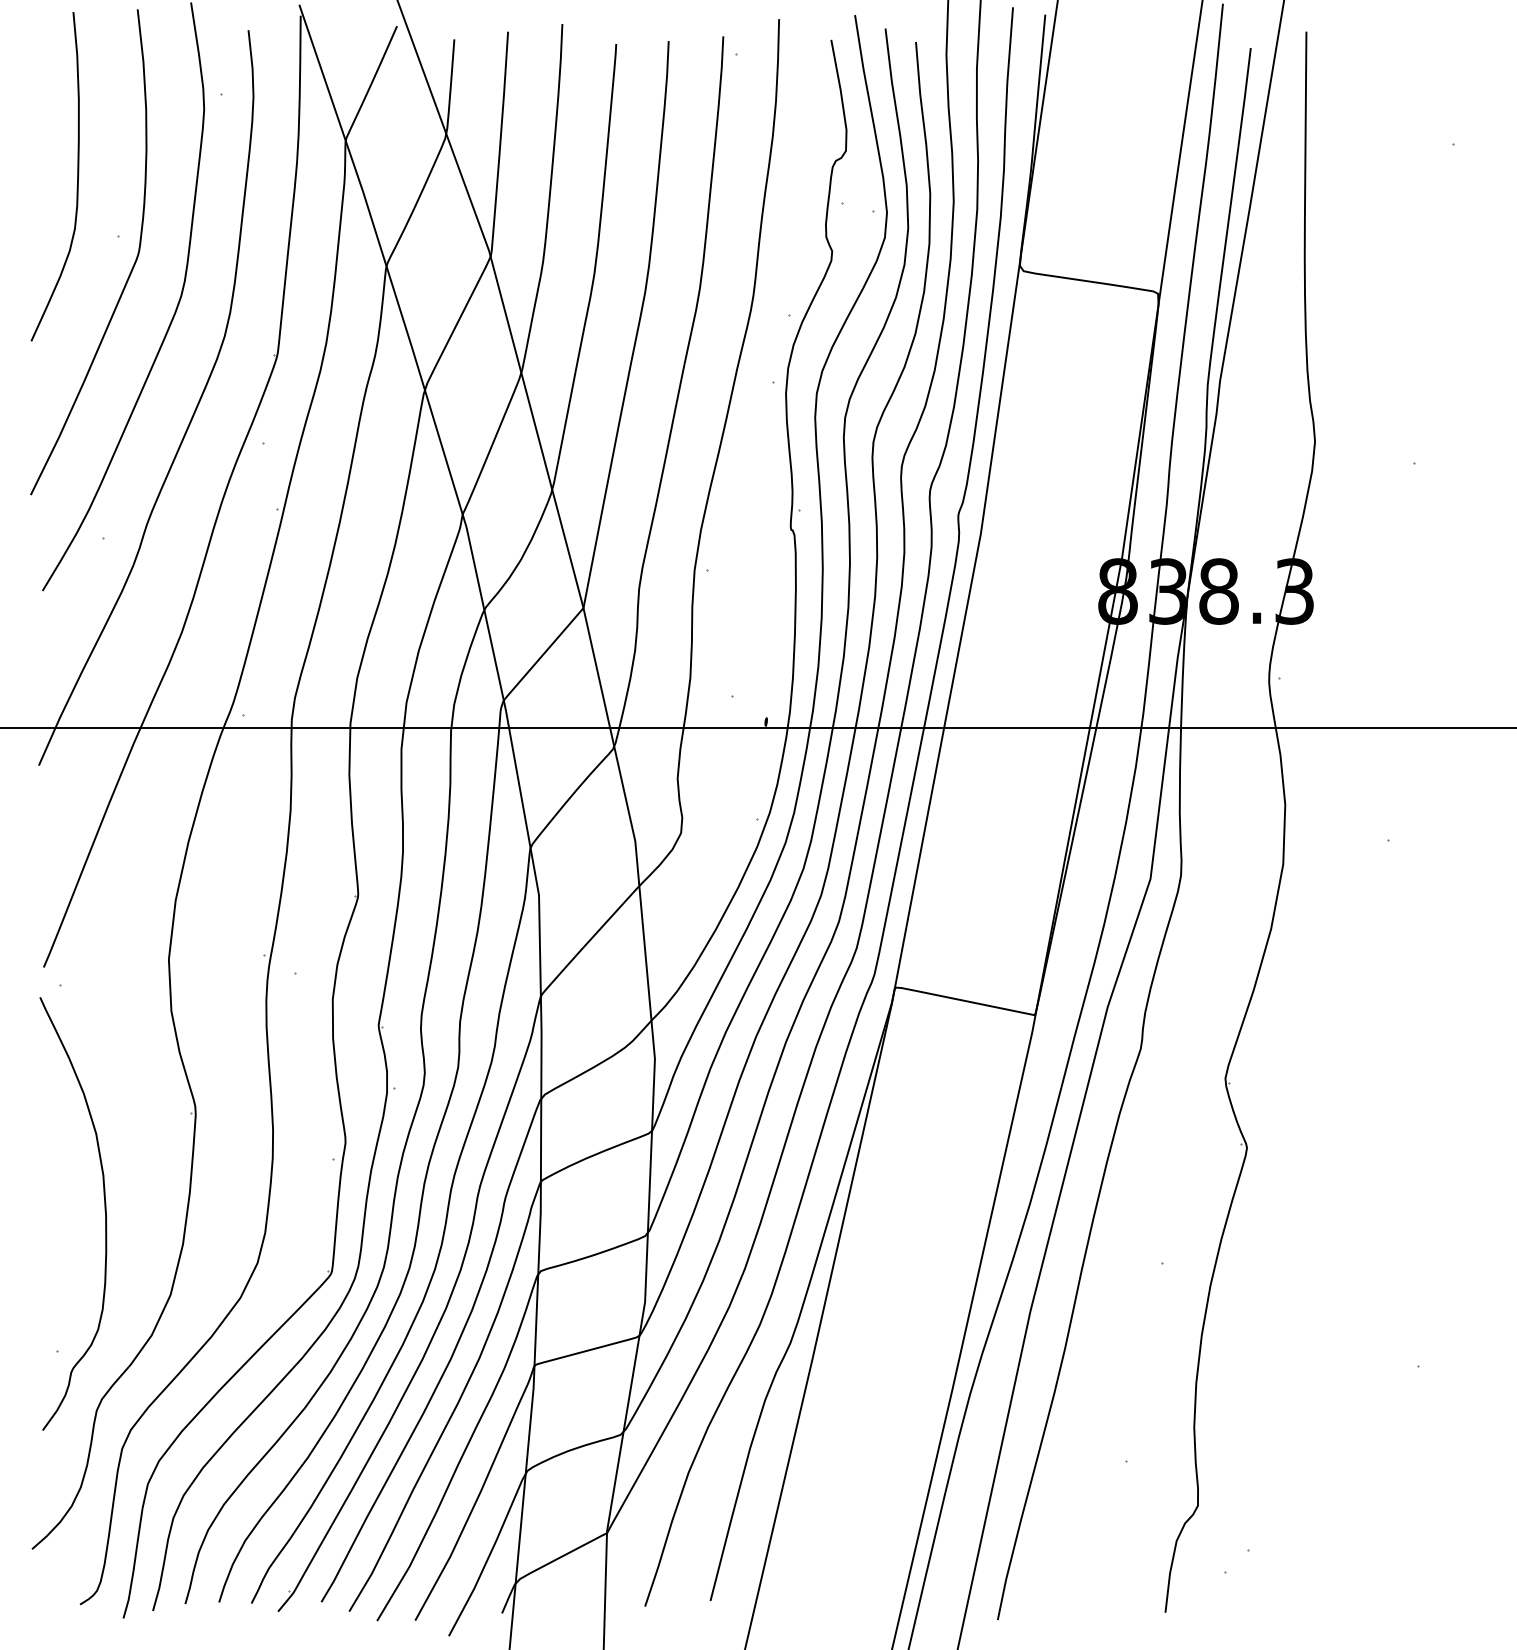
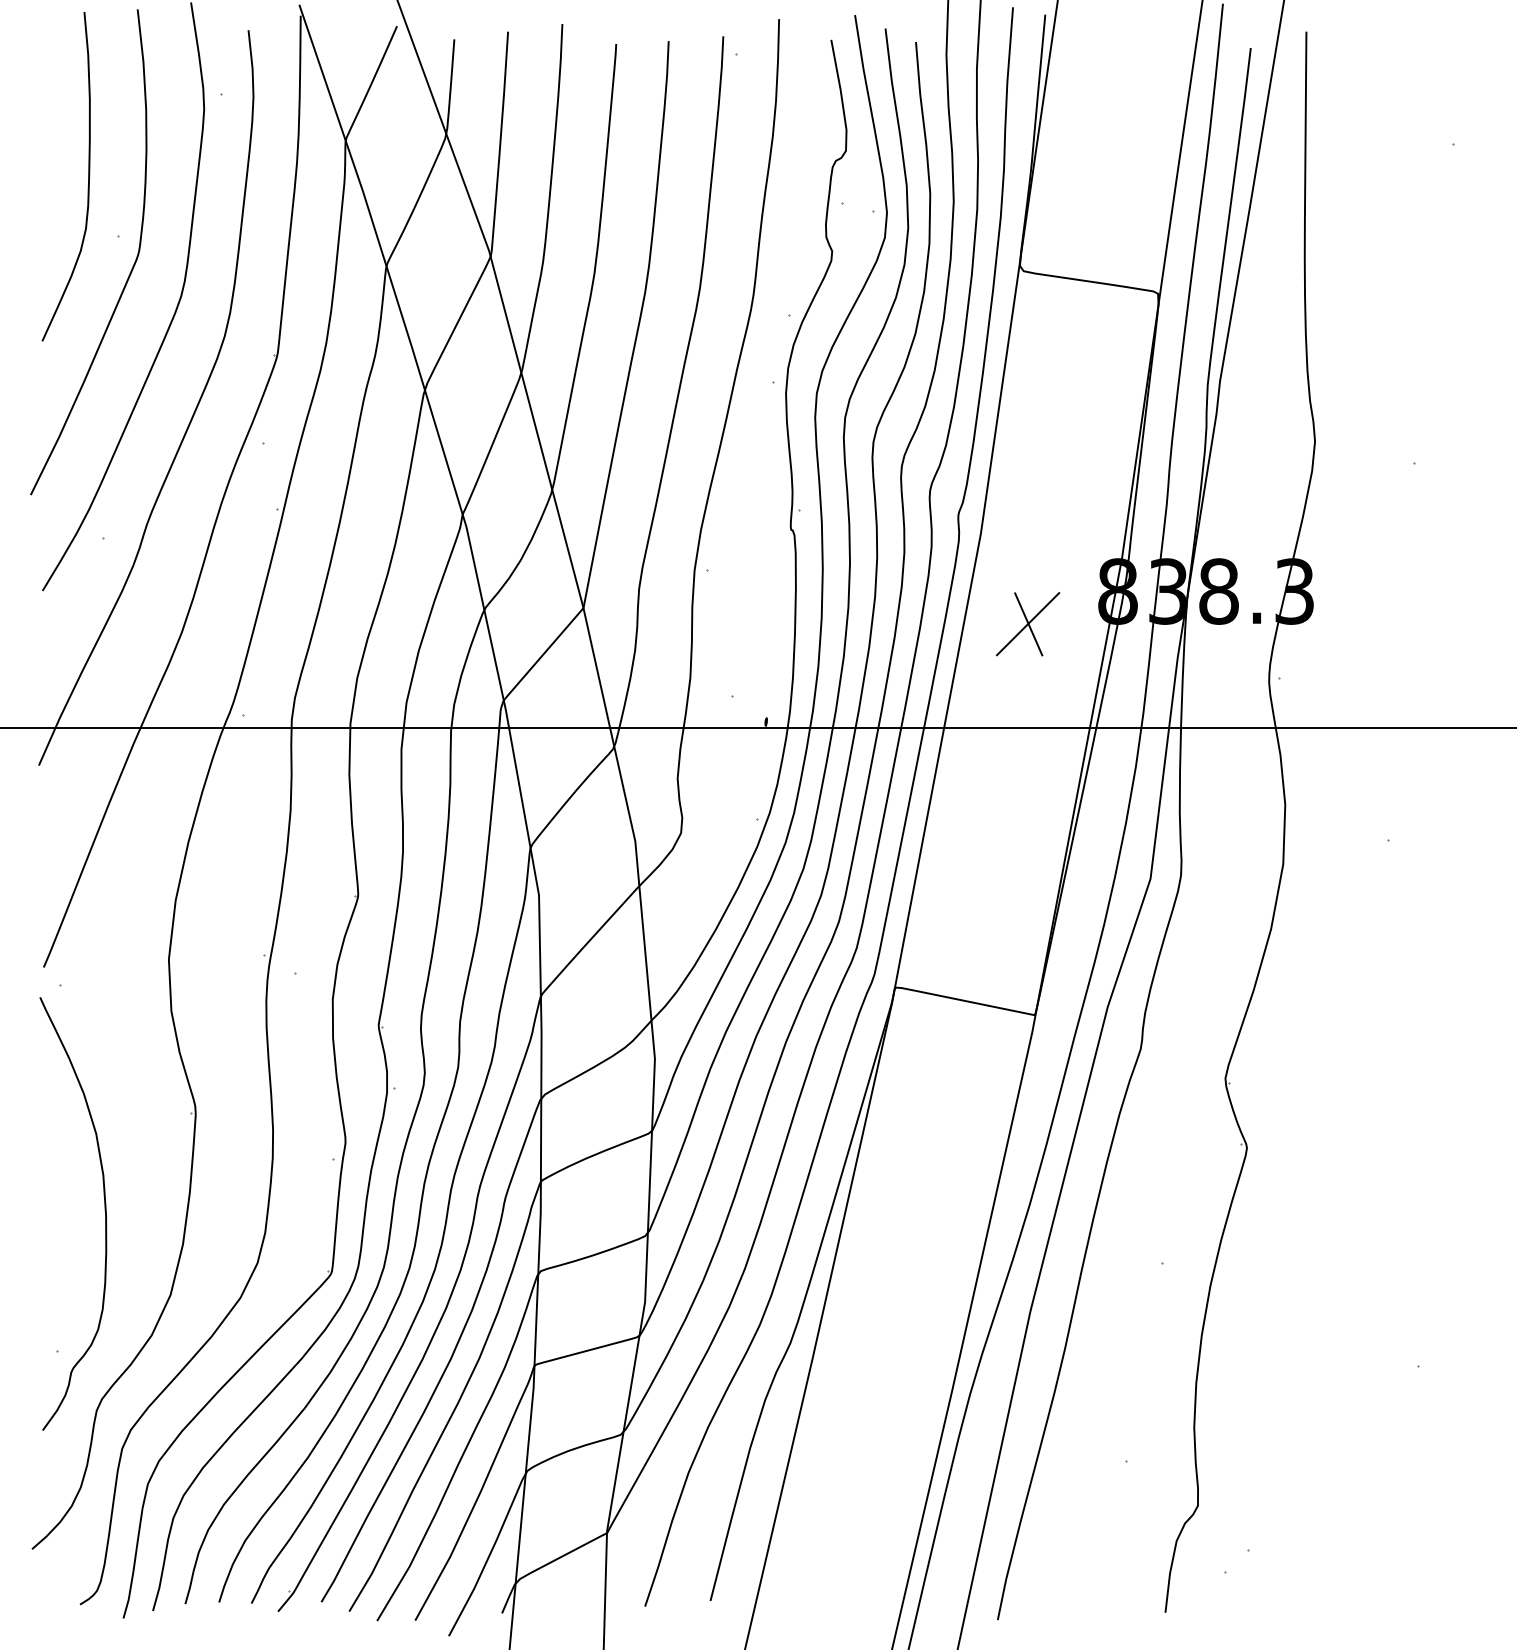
curve at (77, 176) position: (77, 176) -> (88, 176)
part at (1028, 624): none -> present
